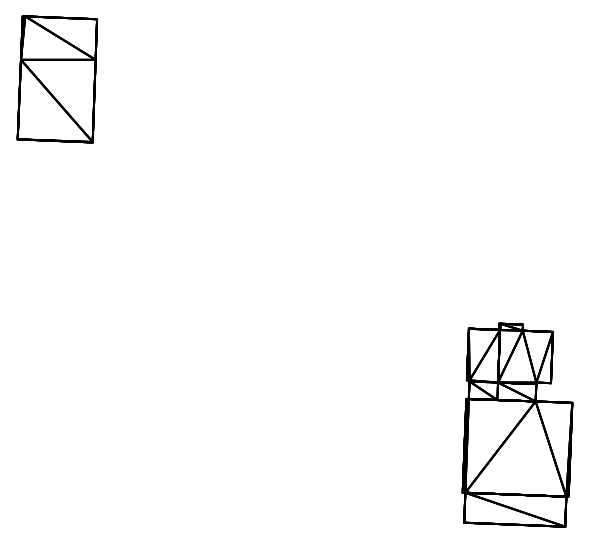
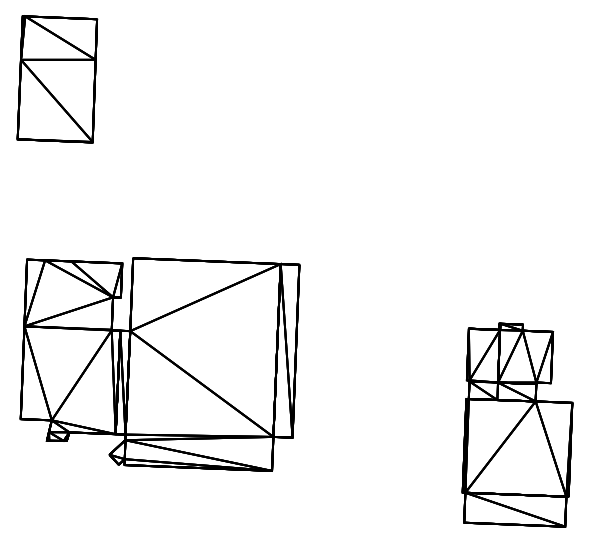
part at (159, 364): none -> present
